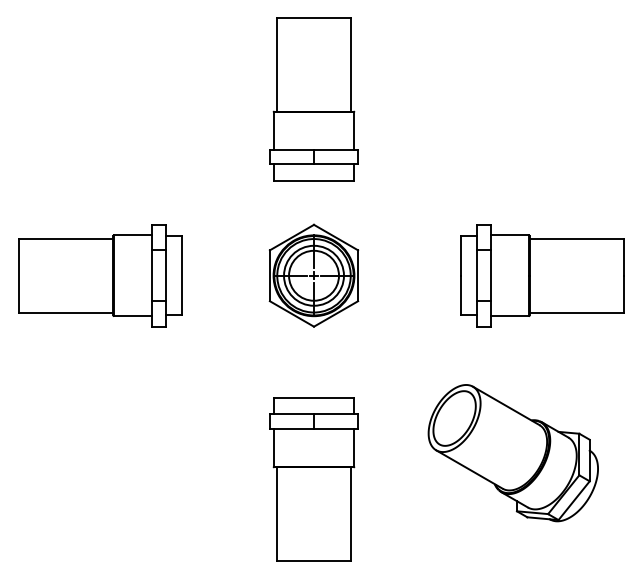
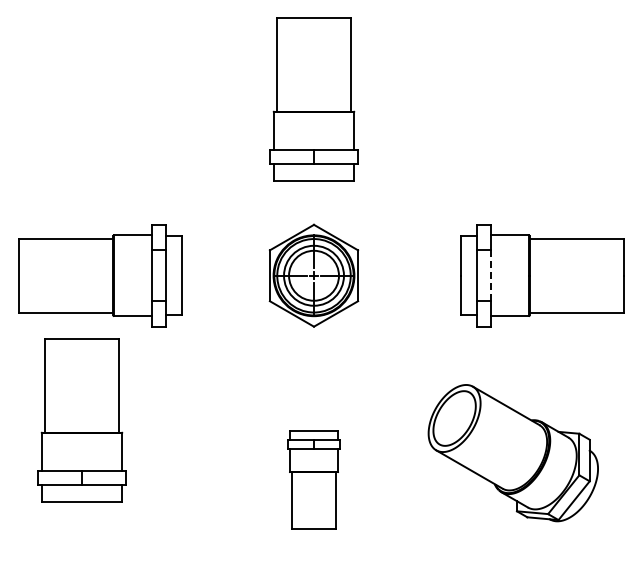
line at (491, 276): solid -> dashed
part at (81, 420): none -> present
part at (313, 479) size: 90x165 px -> 54x100 px
